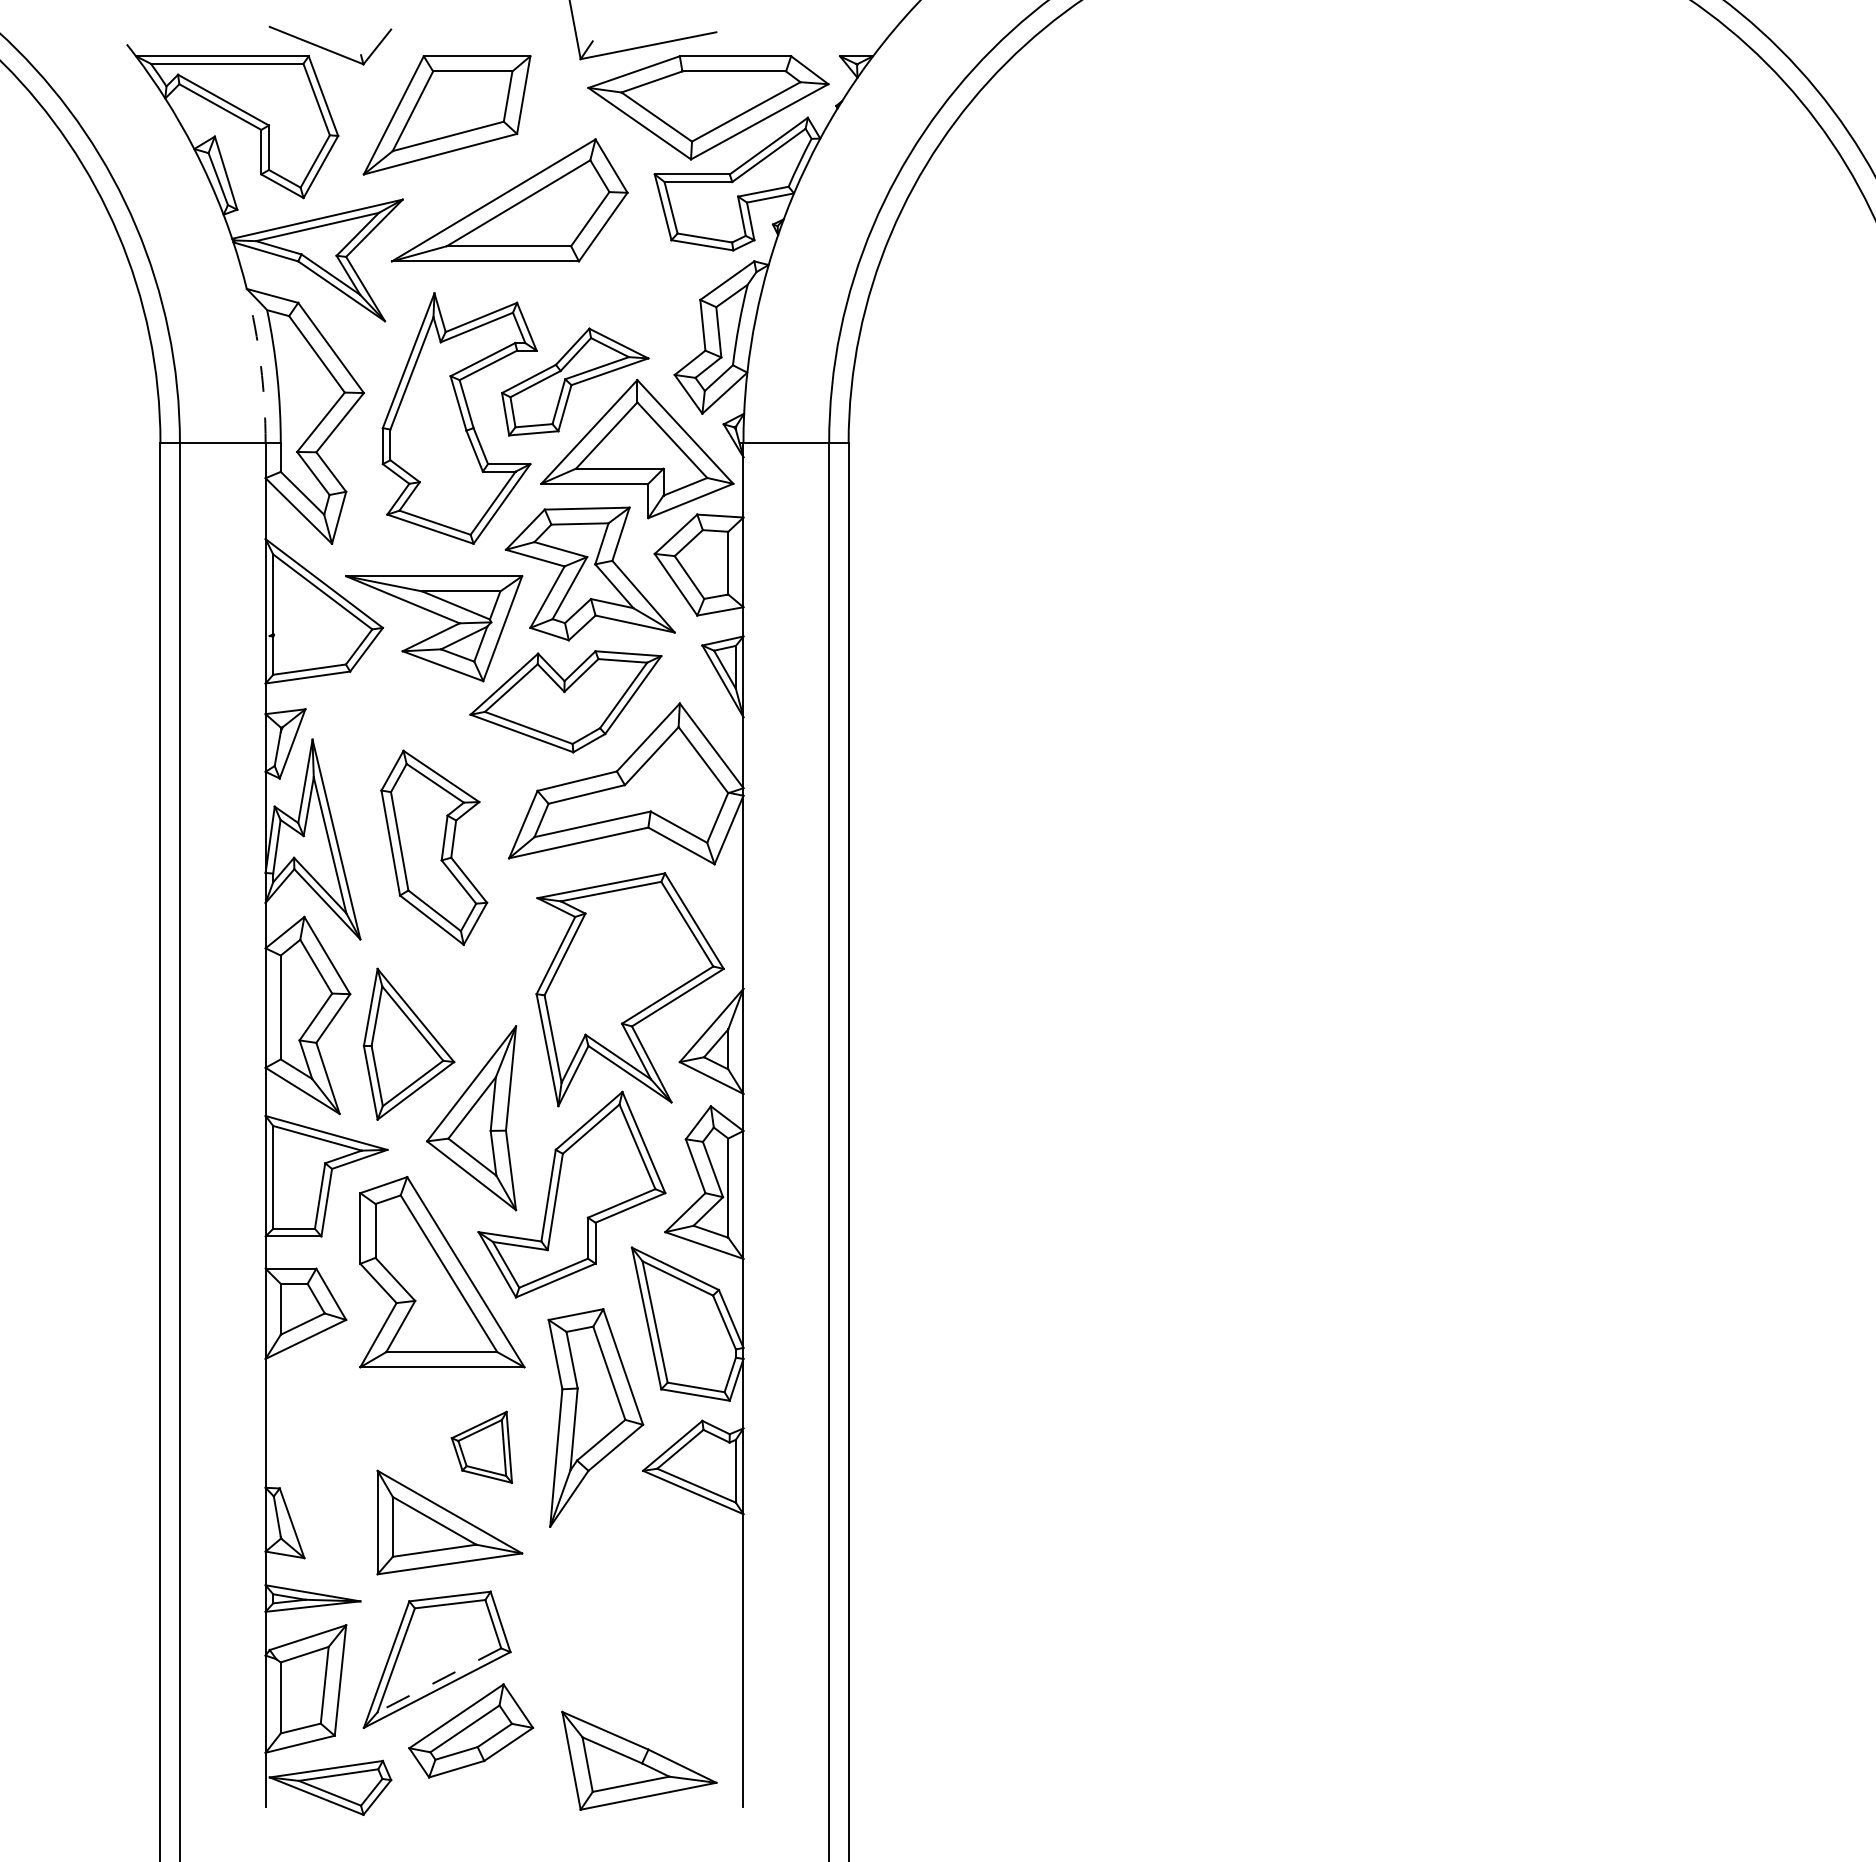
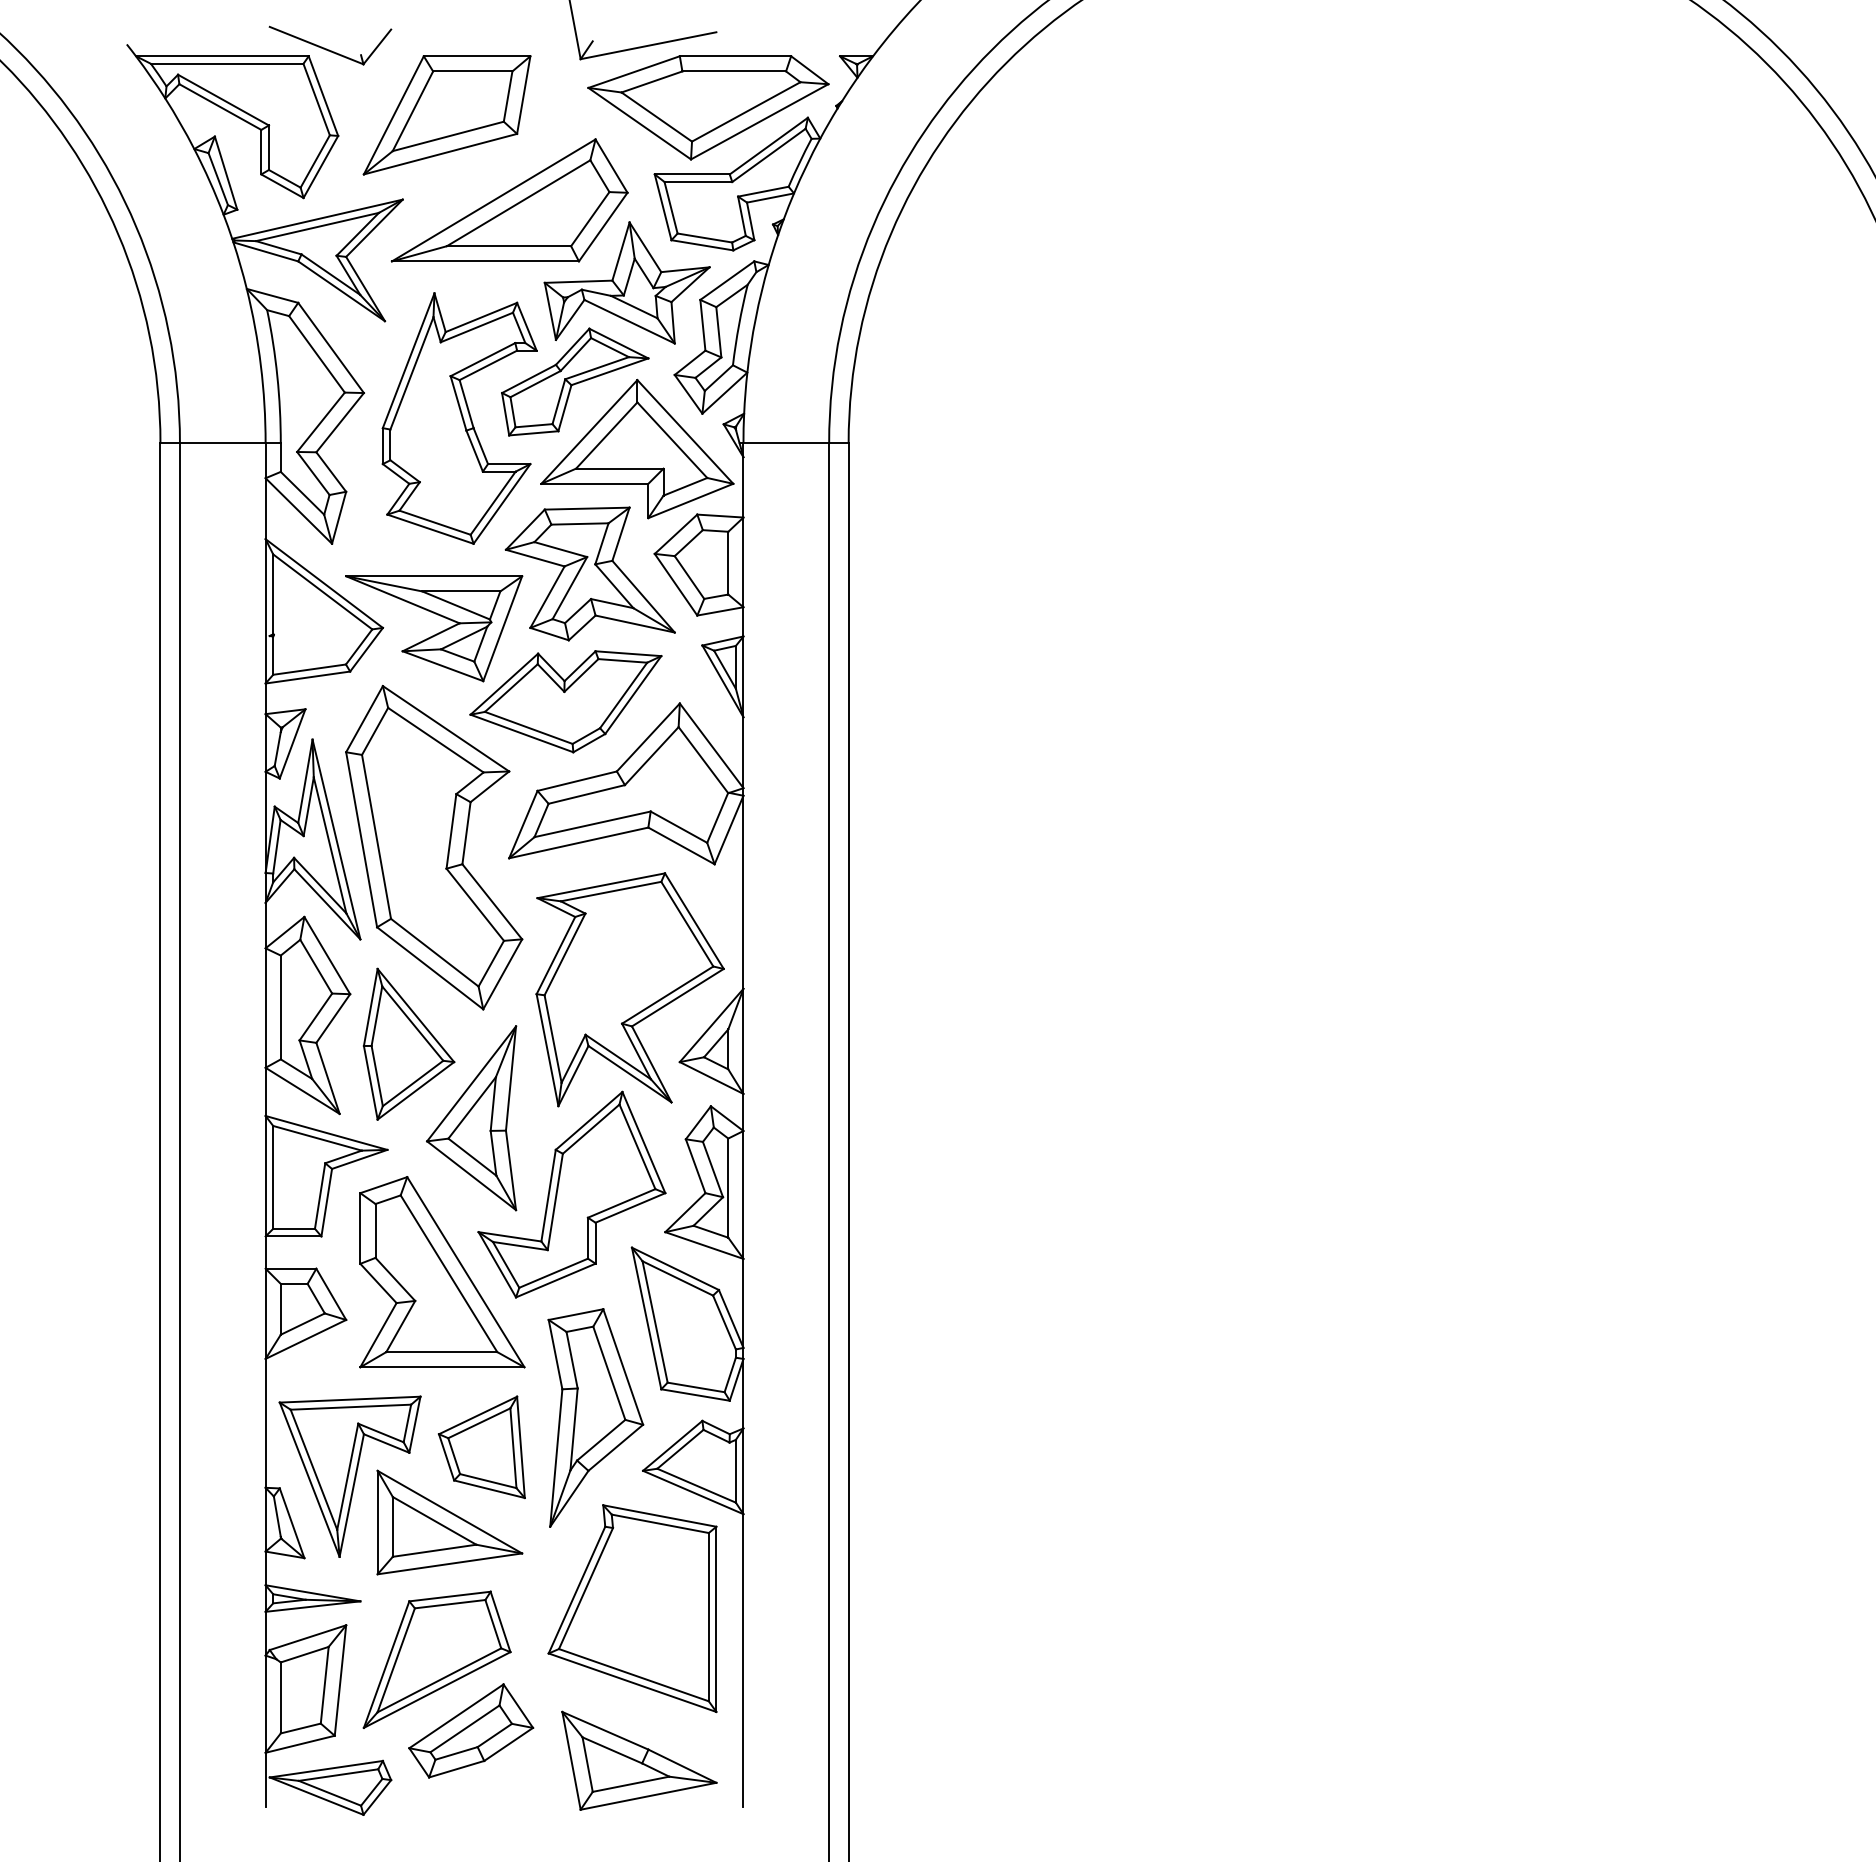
part at (626, 282): none -> present
arc at (260, 365): dashed -> solid
part at (434, 847) size: 109x197 px -> 179x326 px
part at (481, 1446) size: 64x74 px -> 88x105 px
part at (349, 1476): none -> present
part at (632, 1608): none -> present
line at (439, 1680): dashed -> solid
